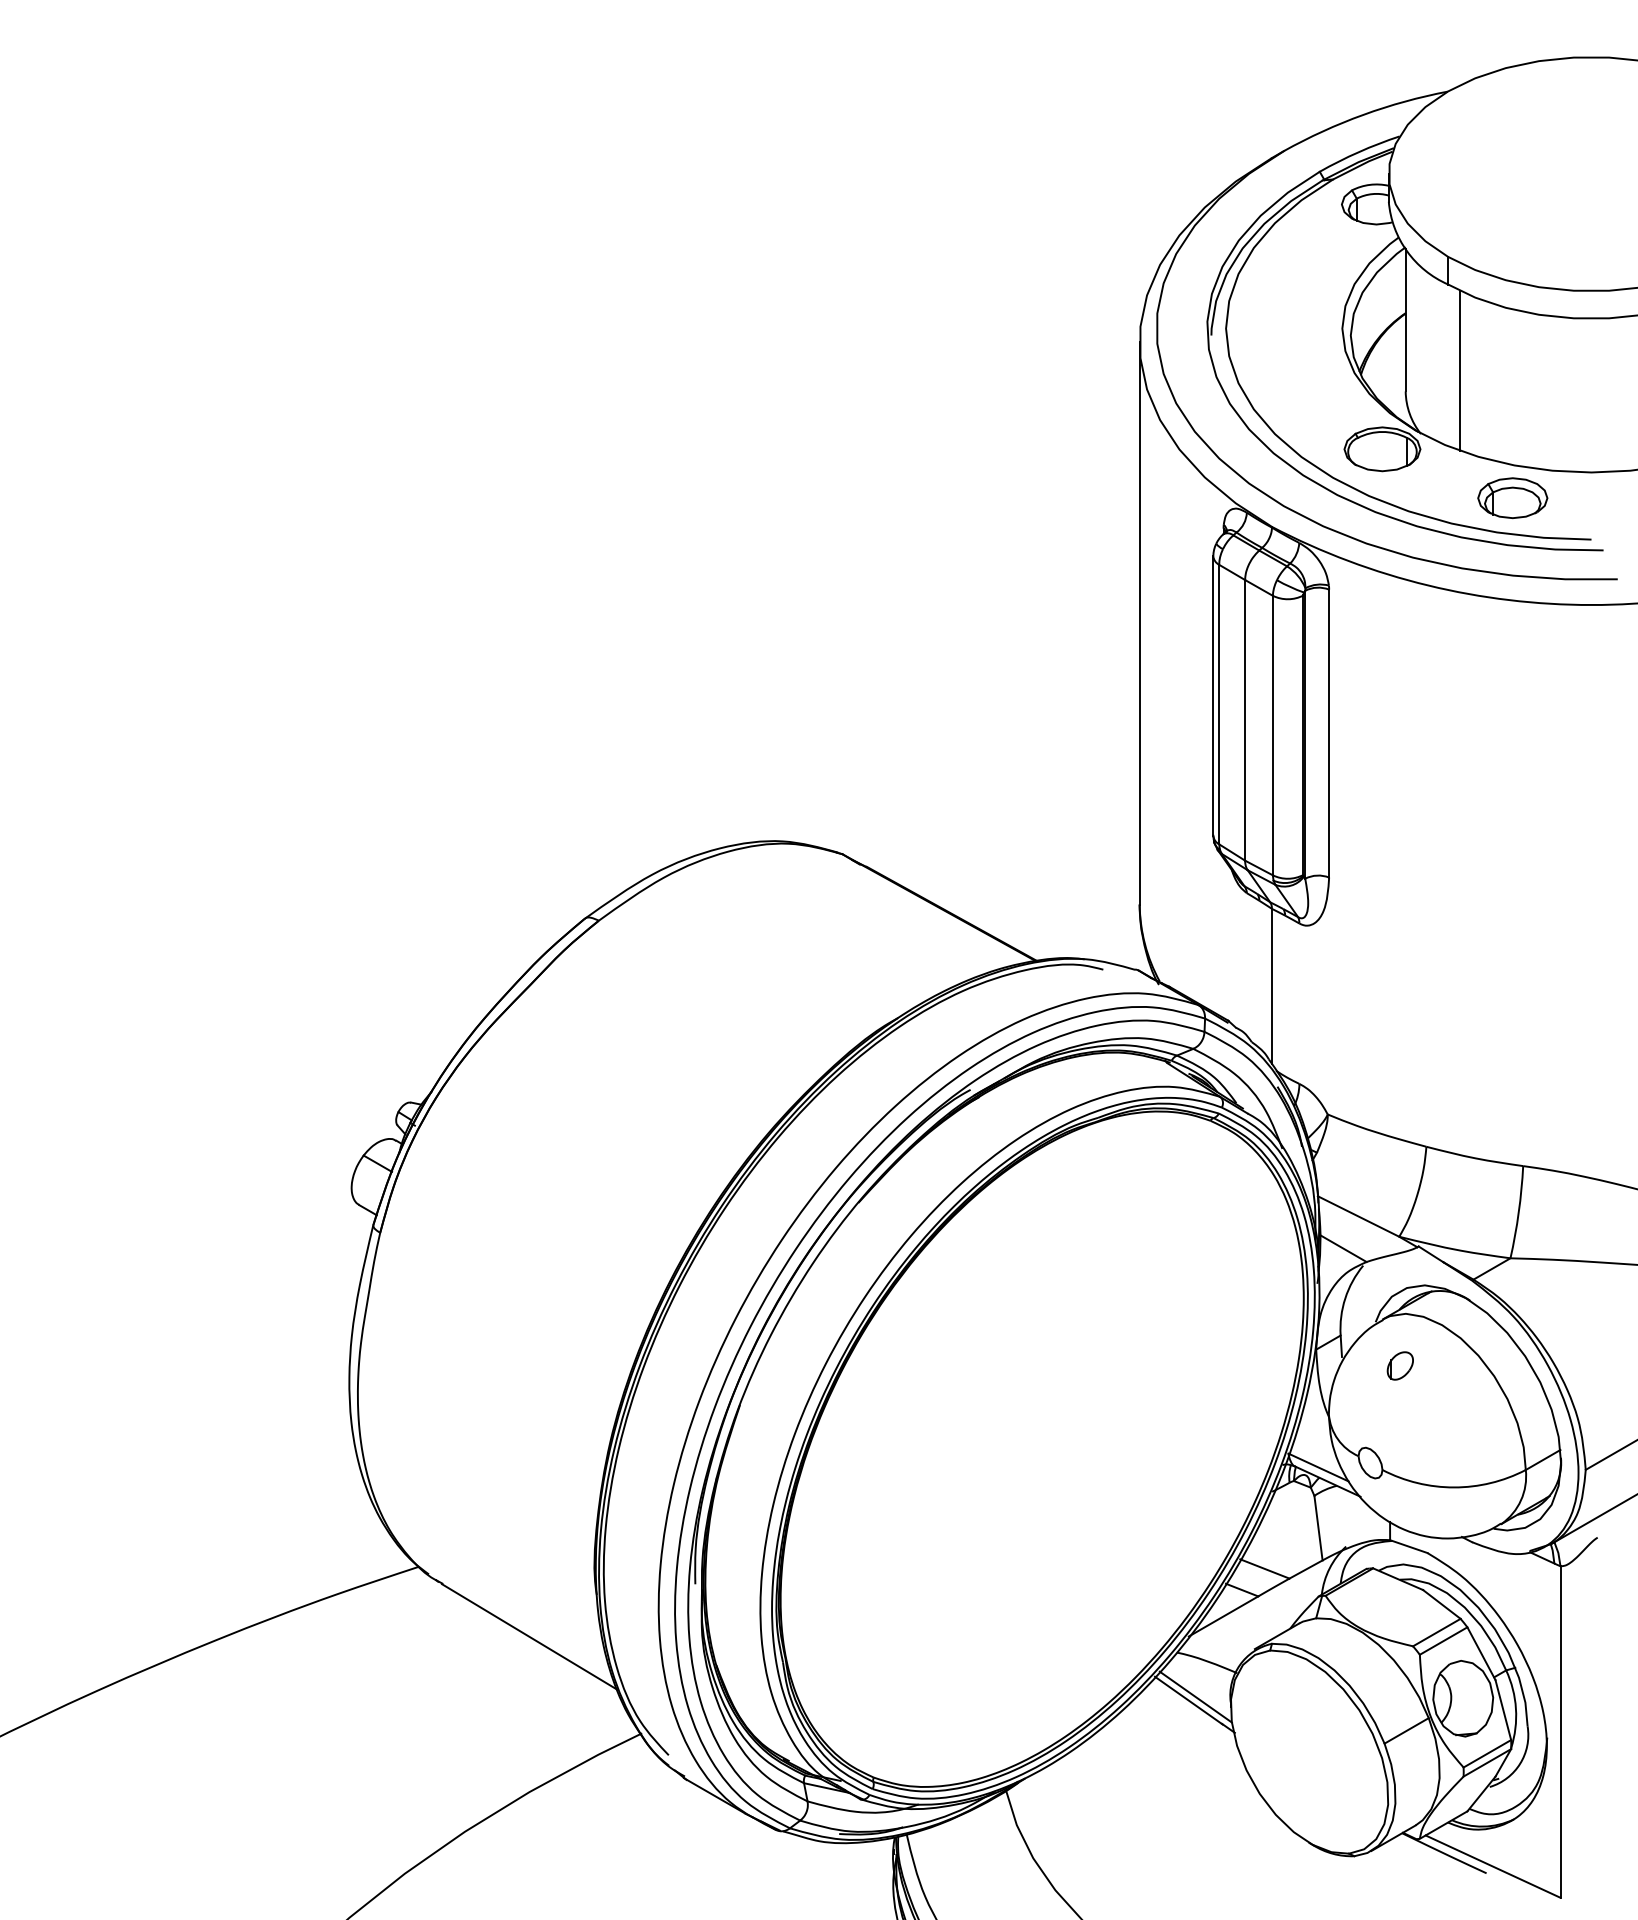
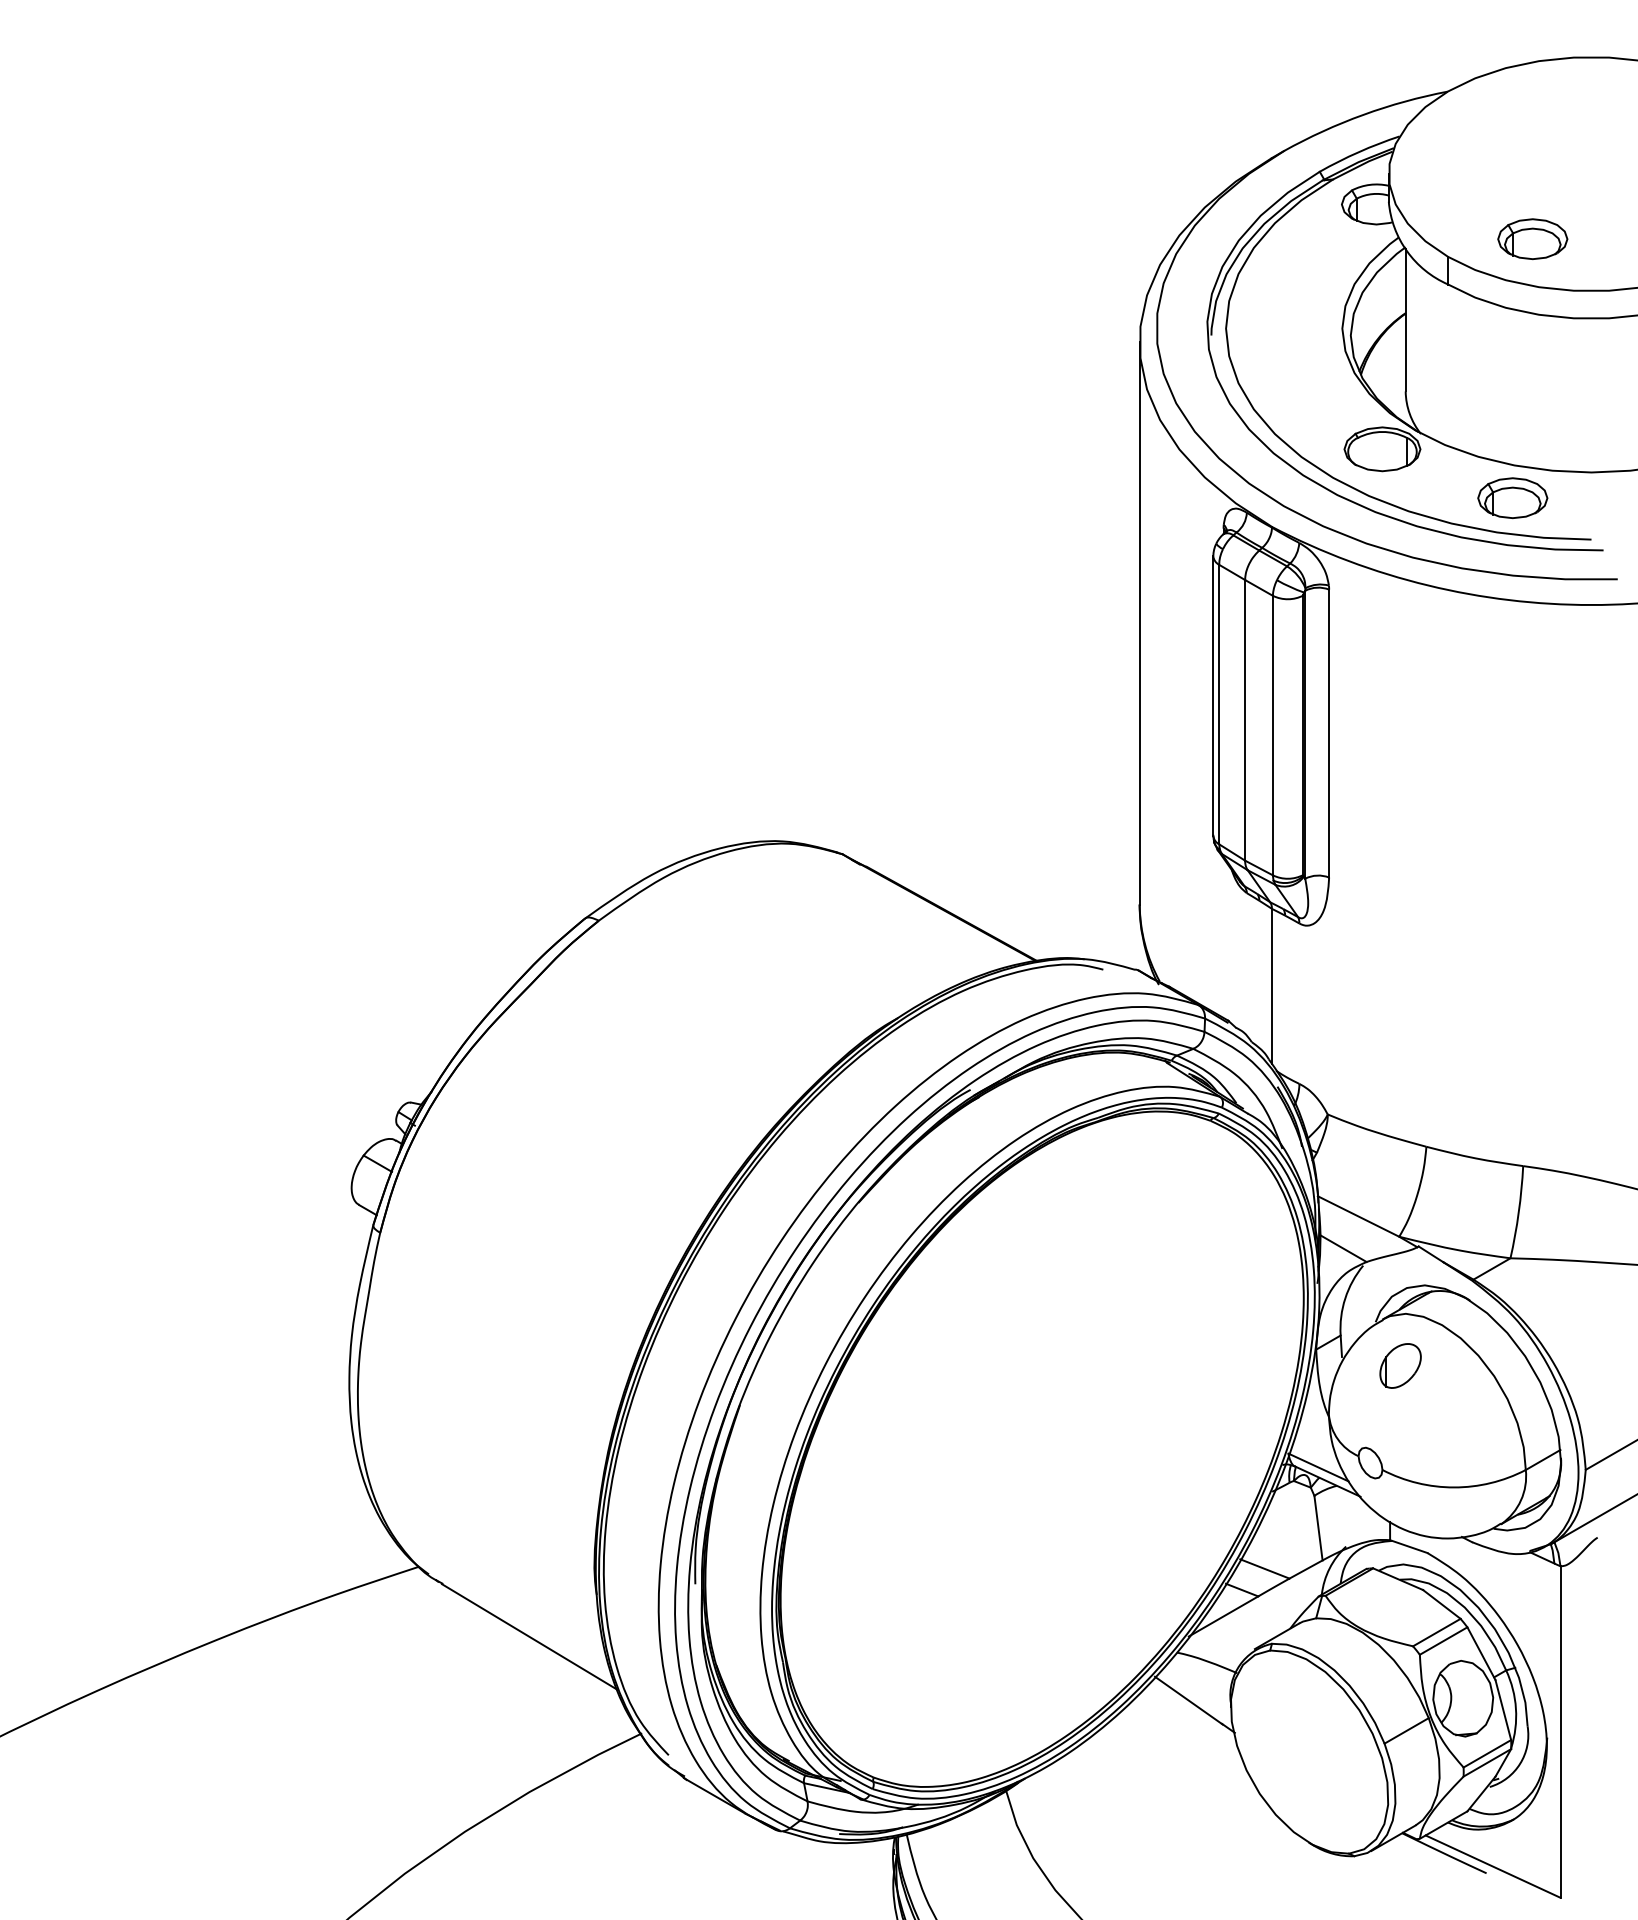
part at (1532, 239): none -> present
line at (1460, 370): present -> none
part at (1399, 1365) size: 28x30 px -> 43x46 px
line at (1195, 1696): present -> none
